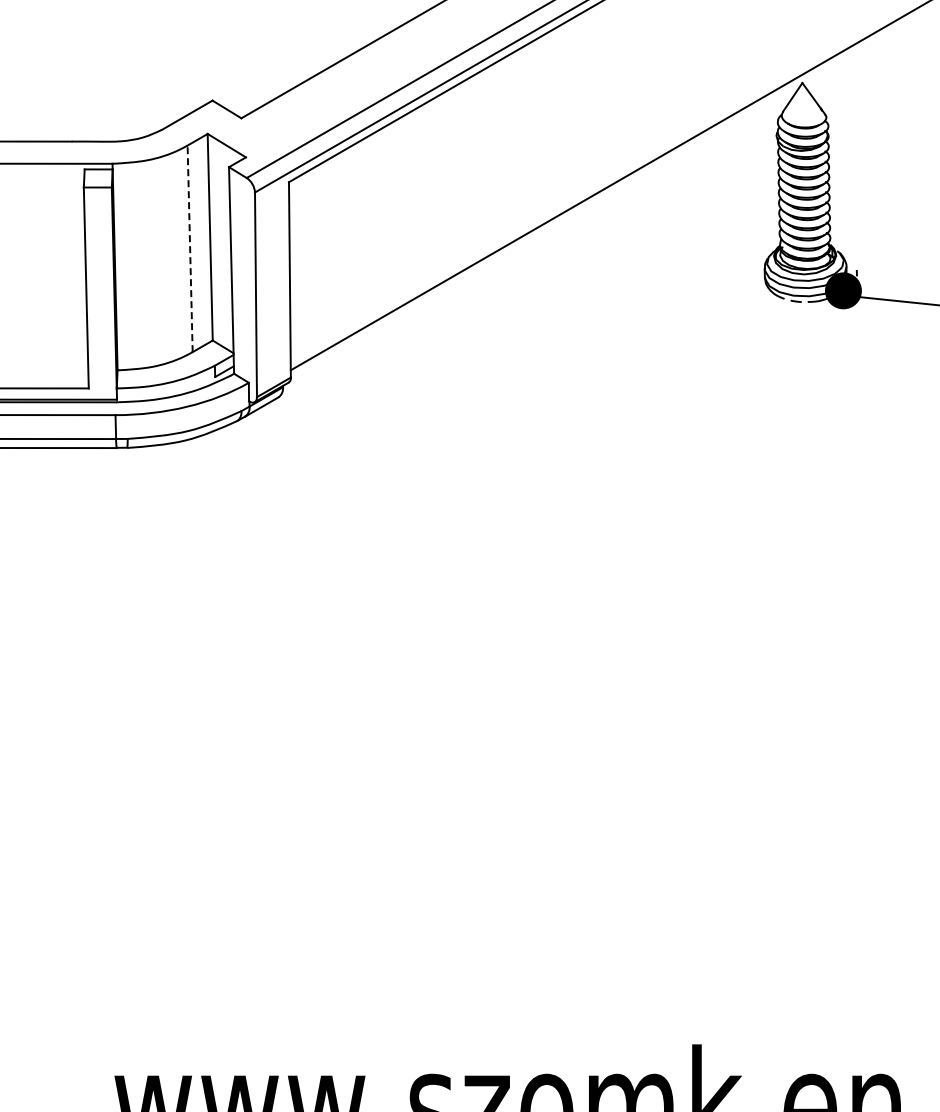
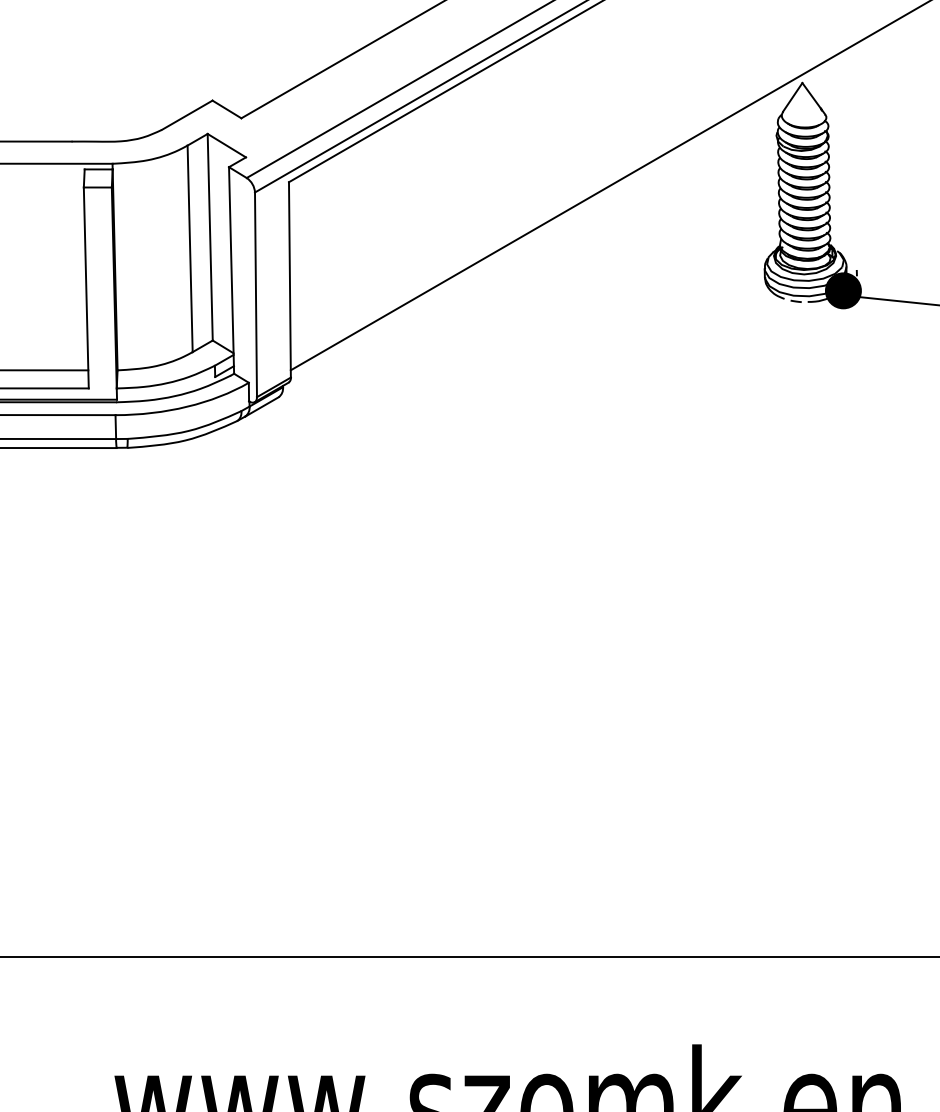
line at (190, 248): dashed -> solid
line at (45, 370): none -> present
line at (469, 956): none -> present
